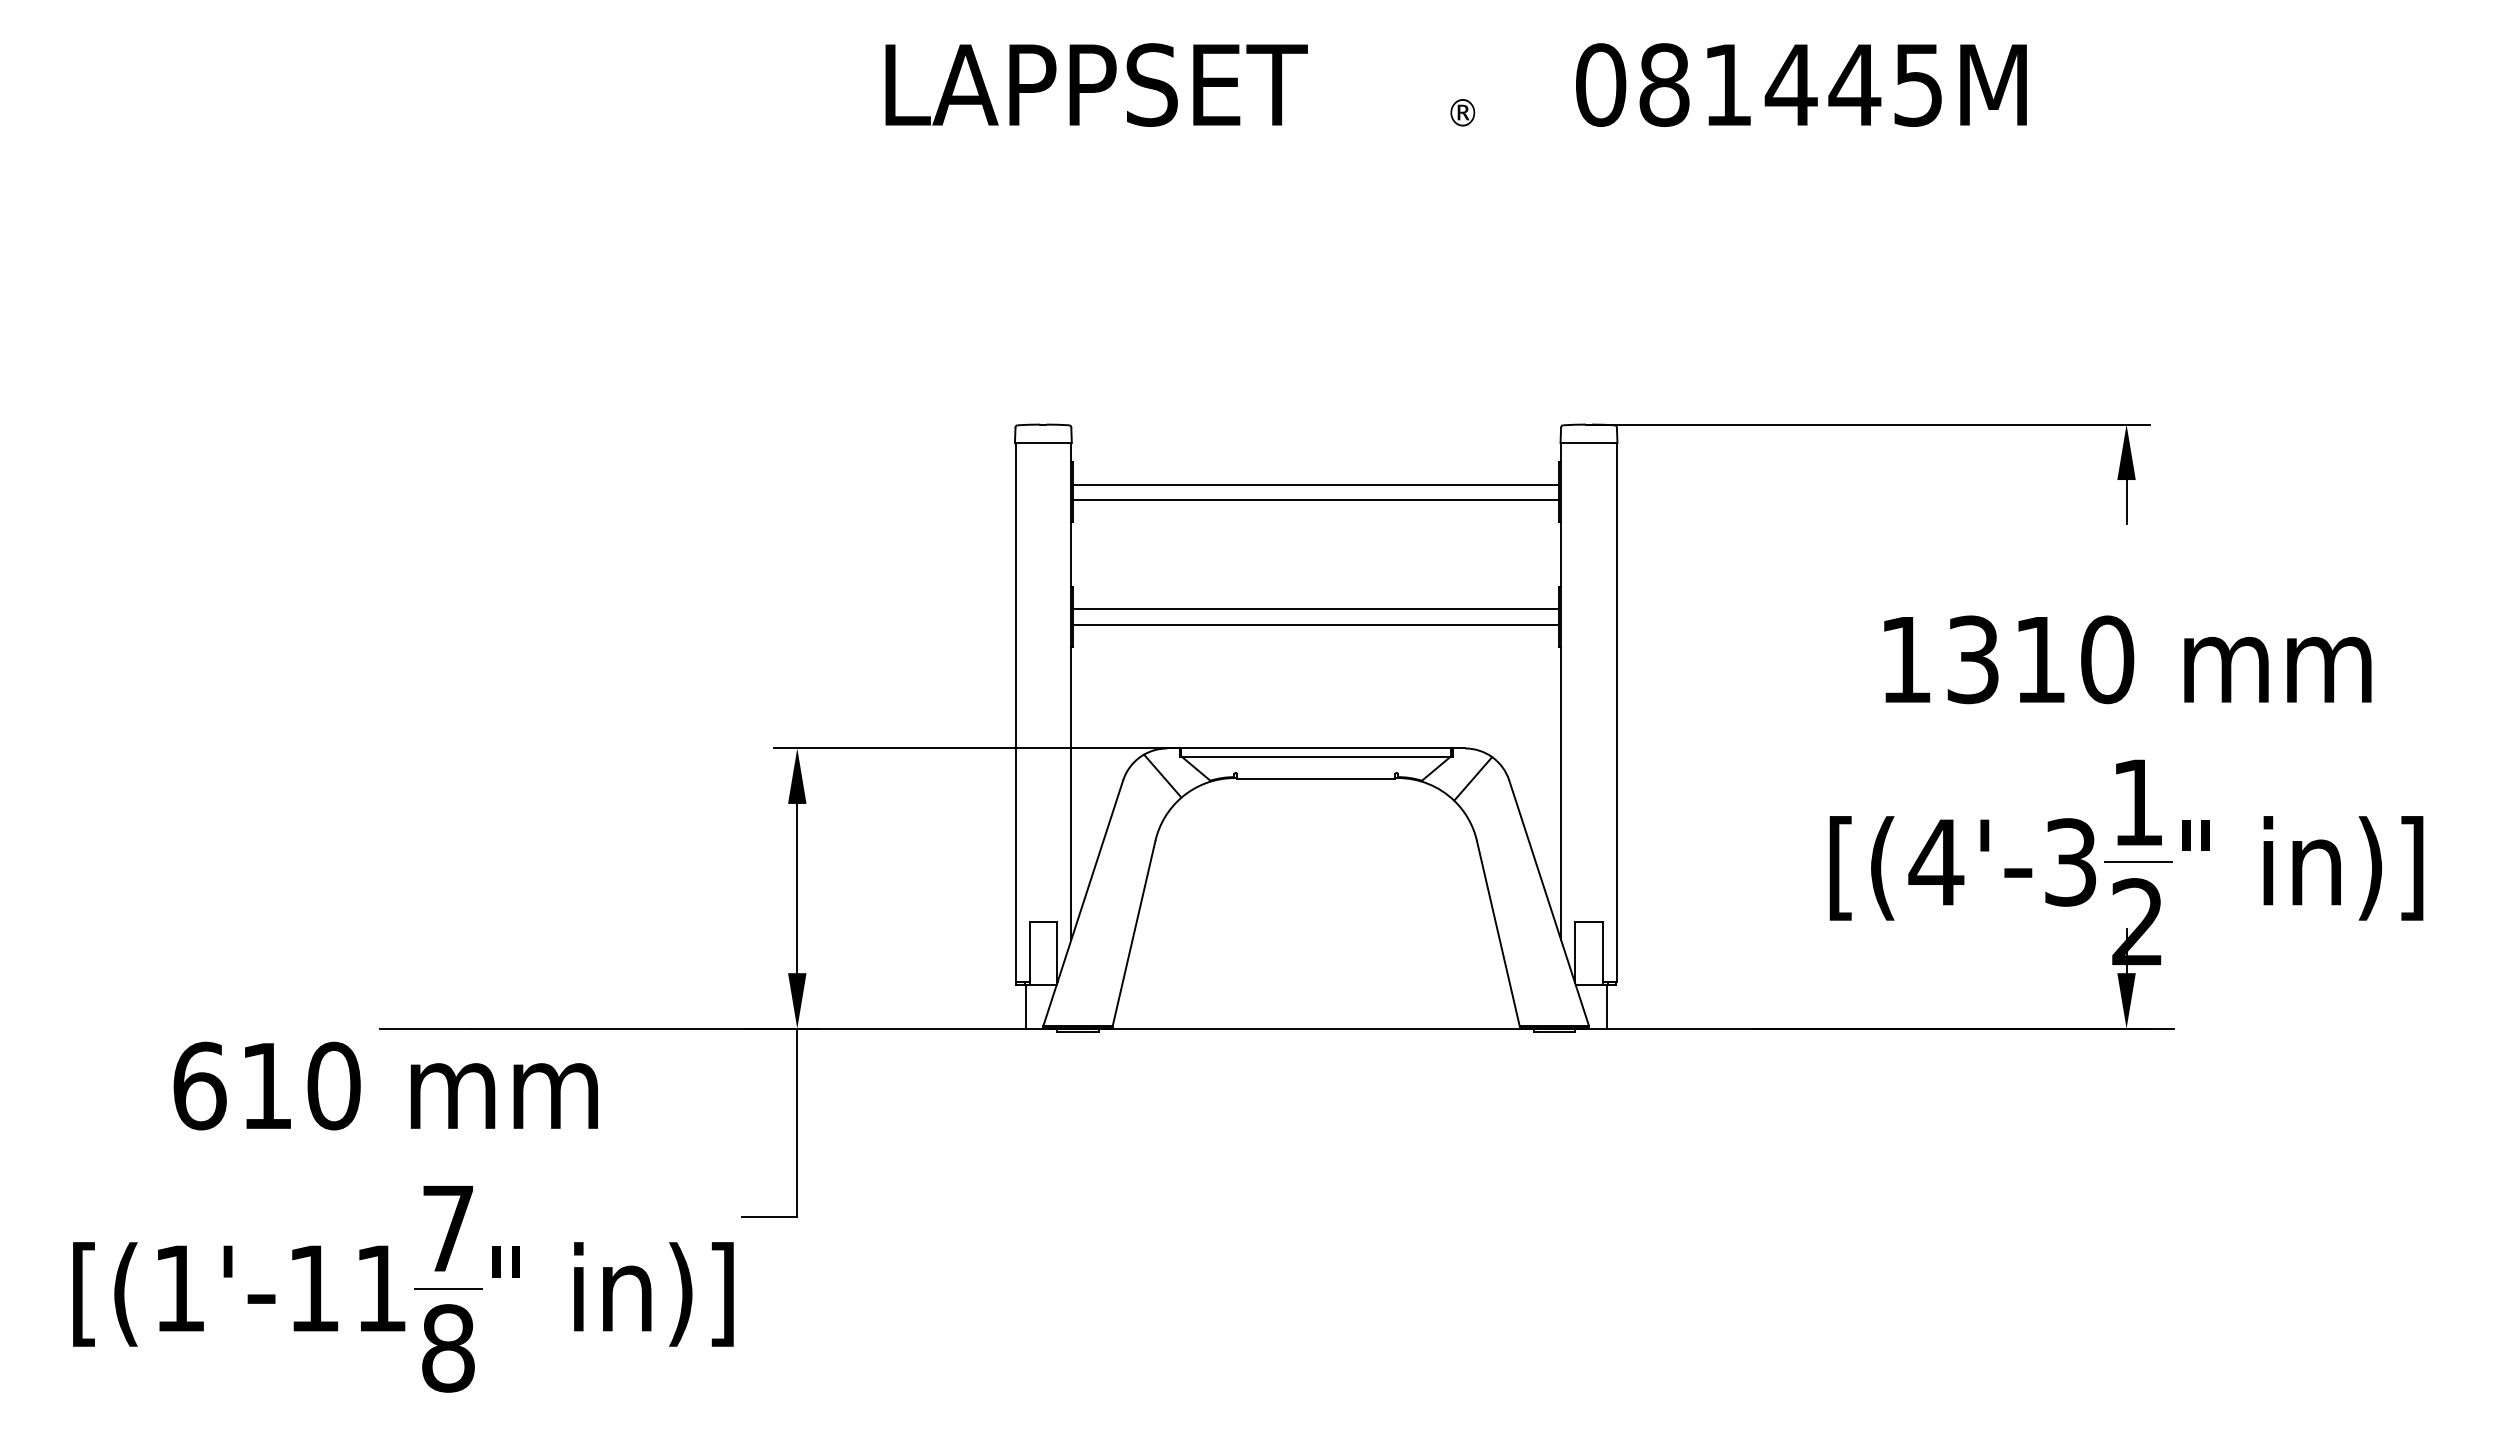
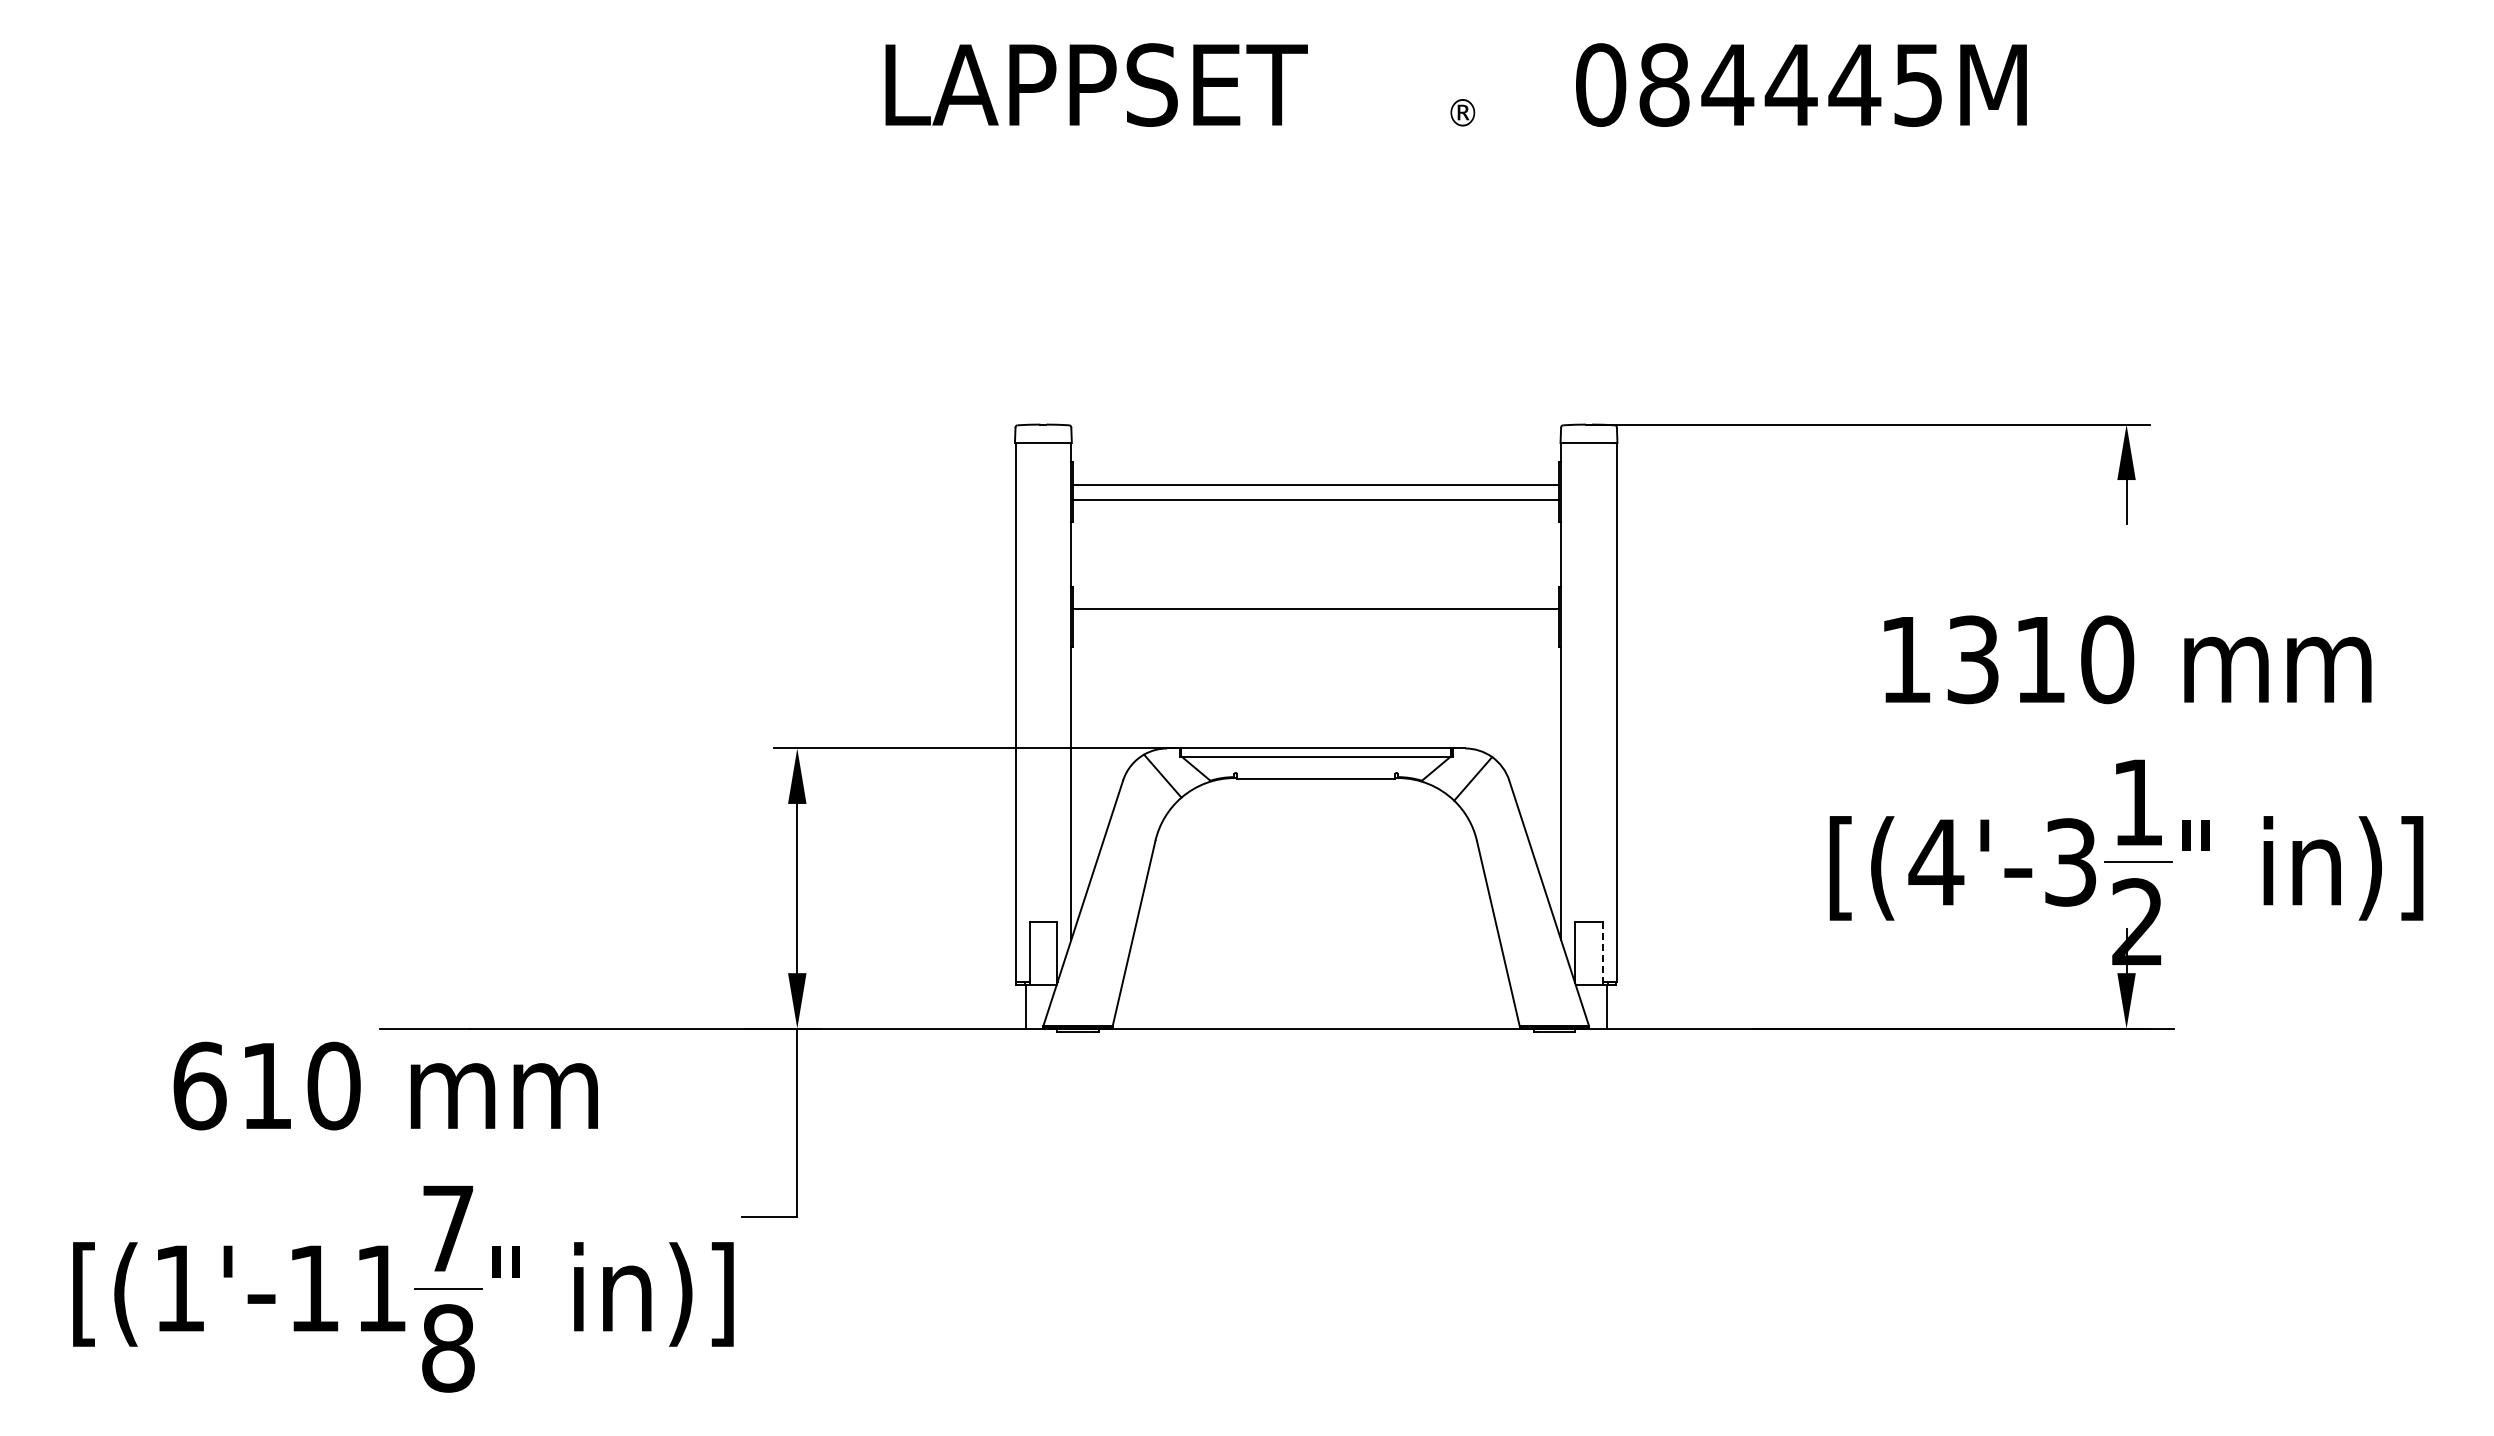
text at (1727, 84): 081445M -> 084445M
line at (1315, 624): present -> none
line at (1602, 951): solid -> dashed
